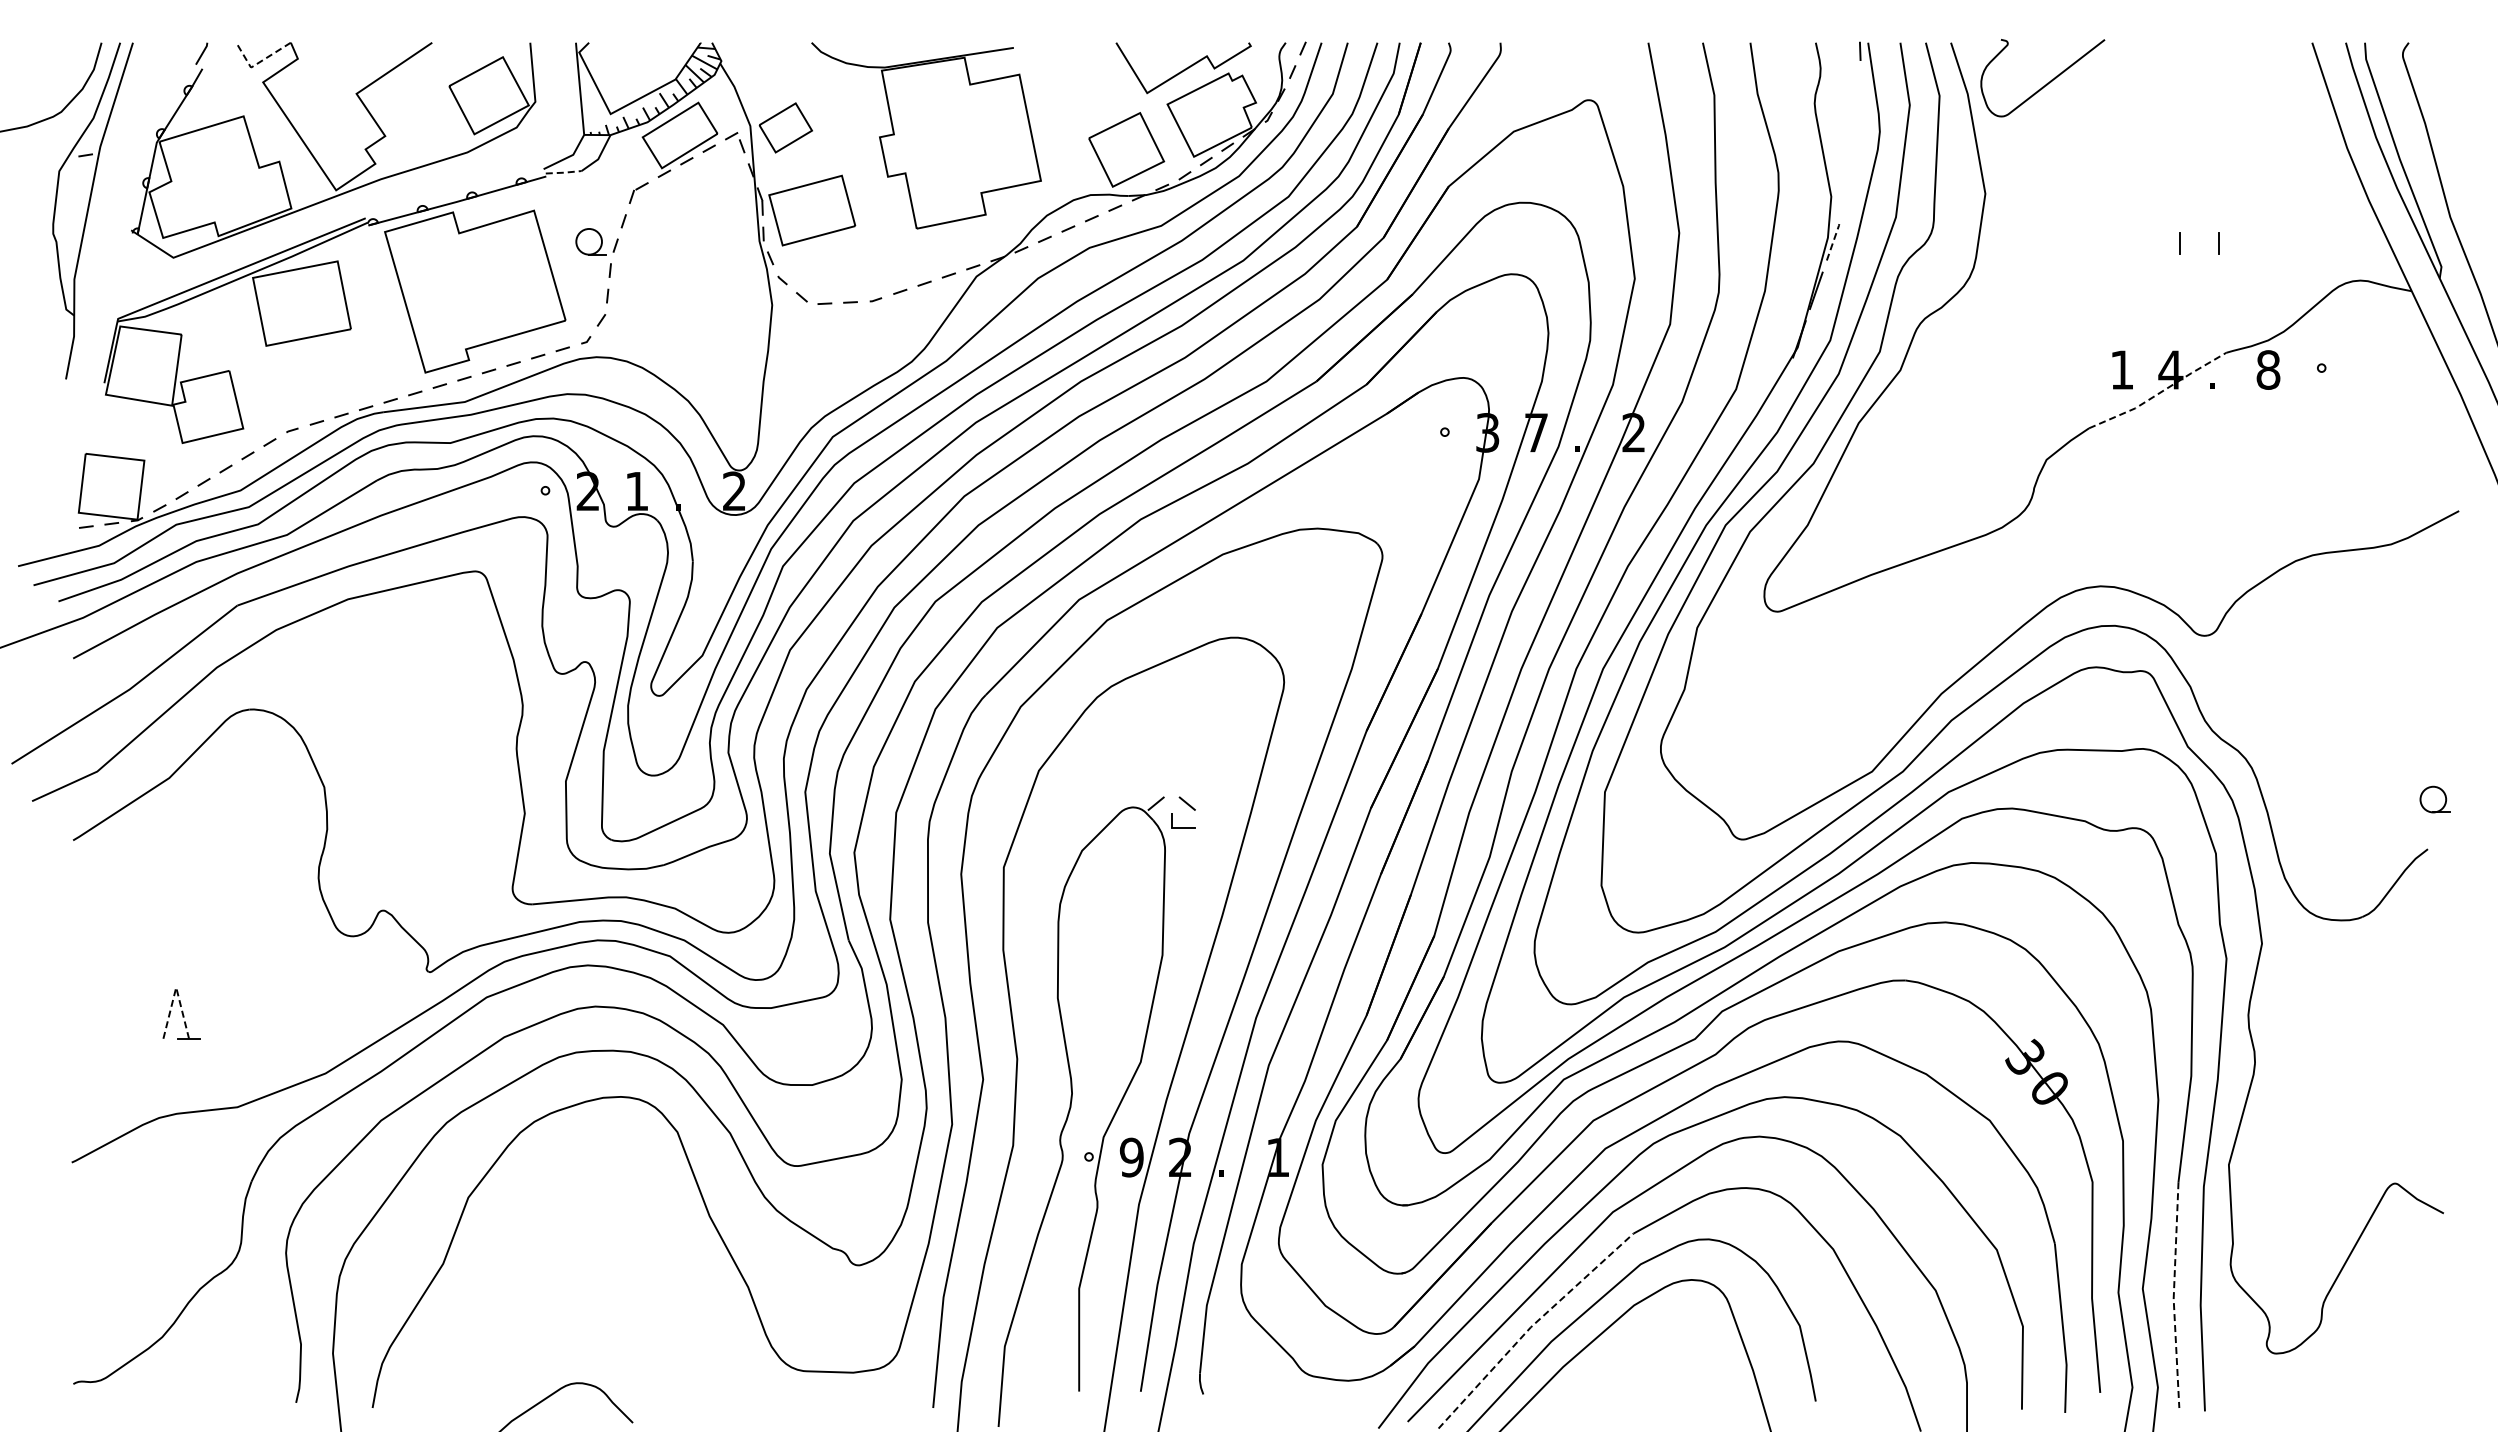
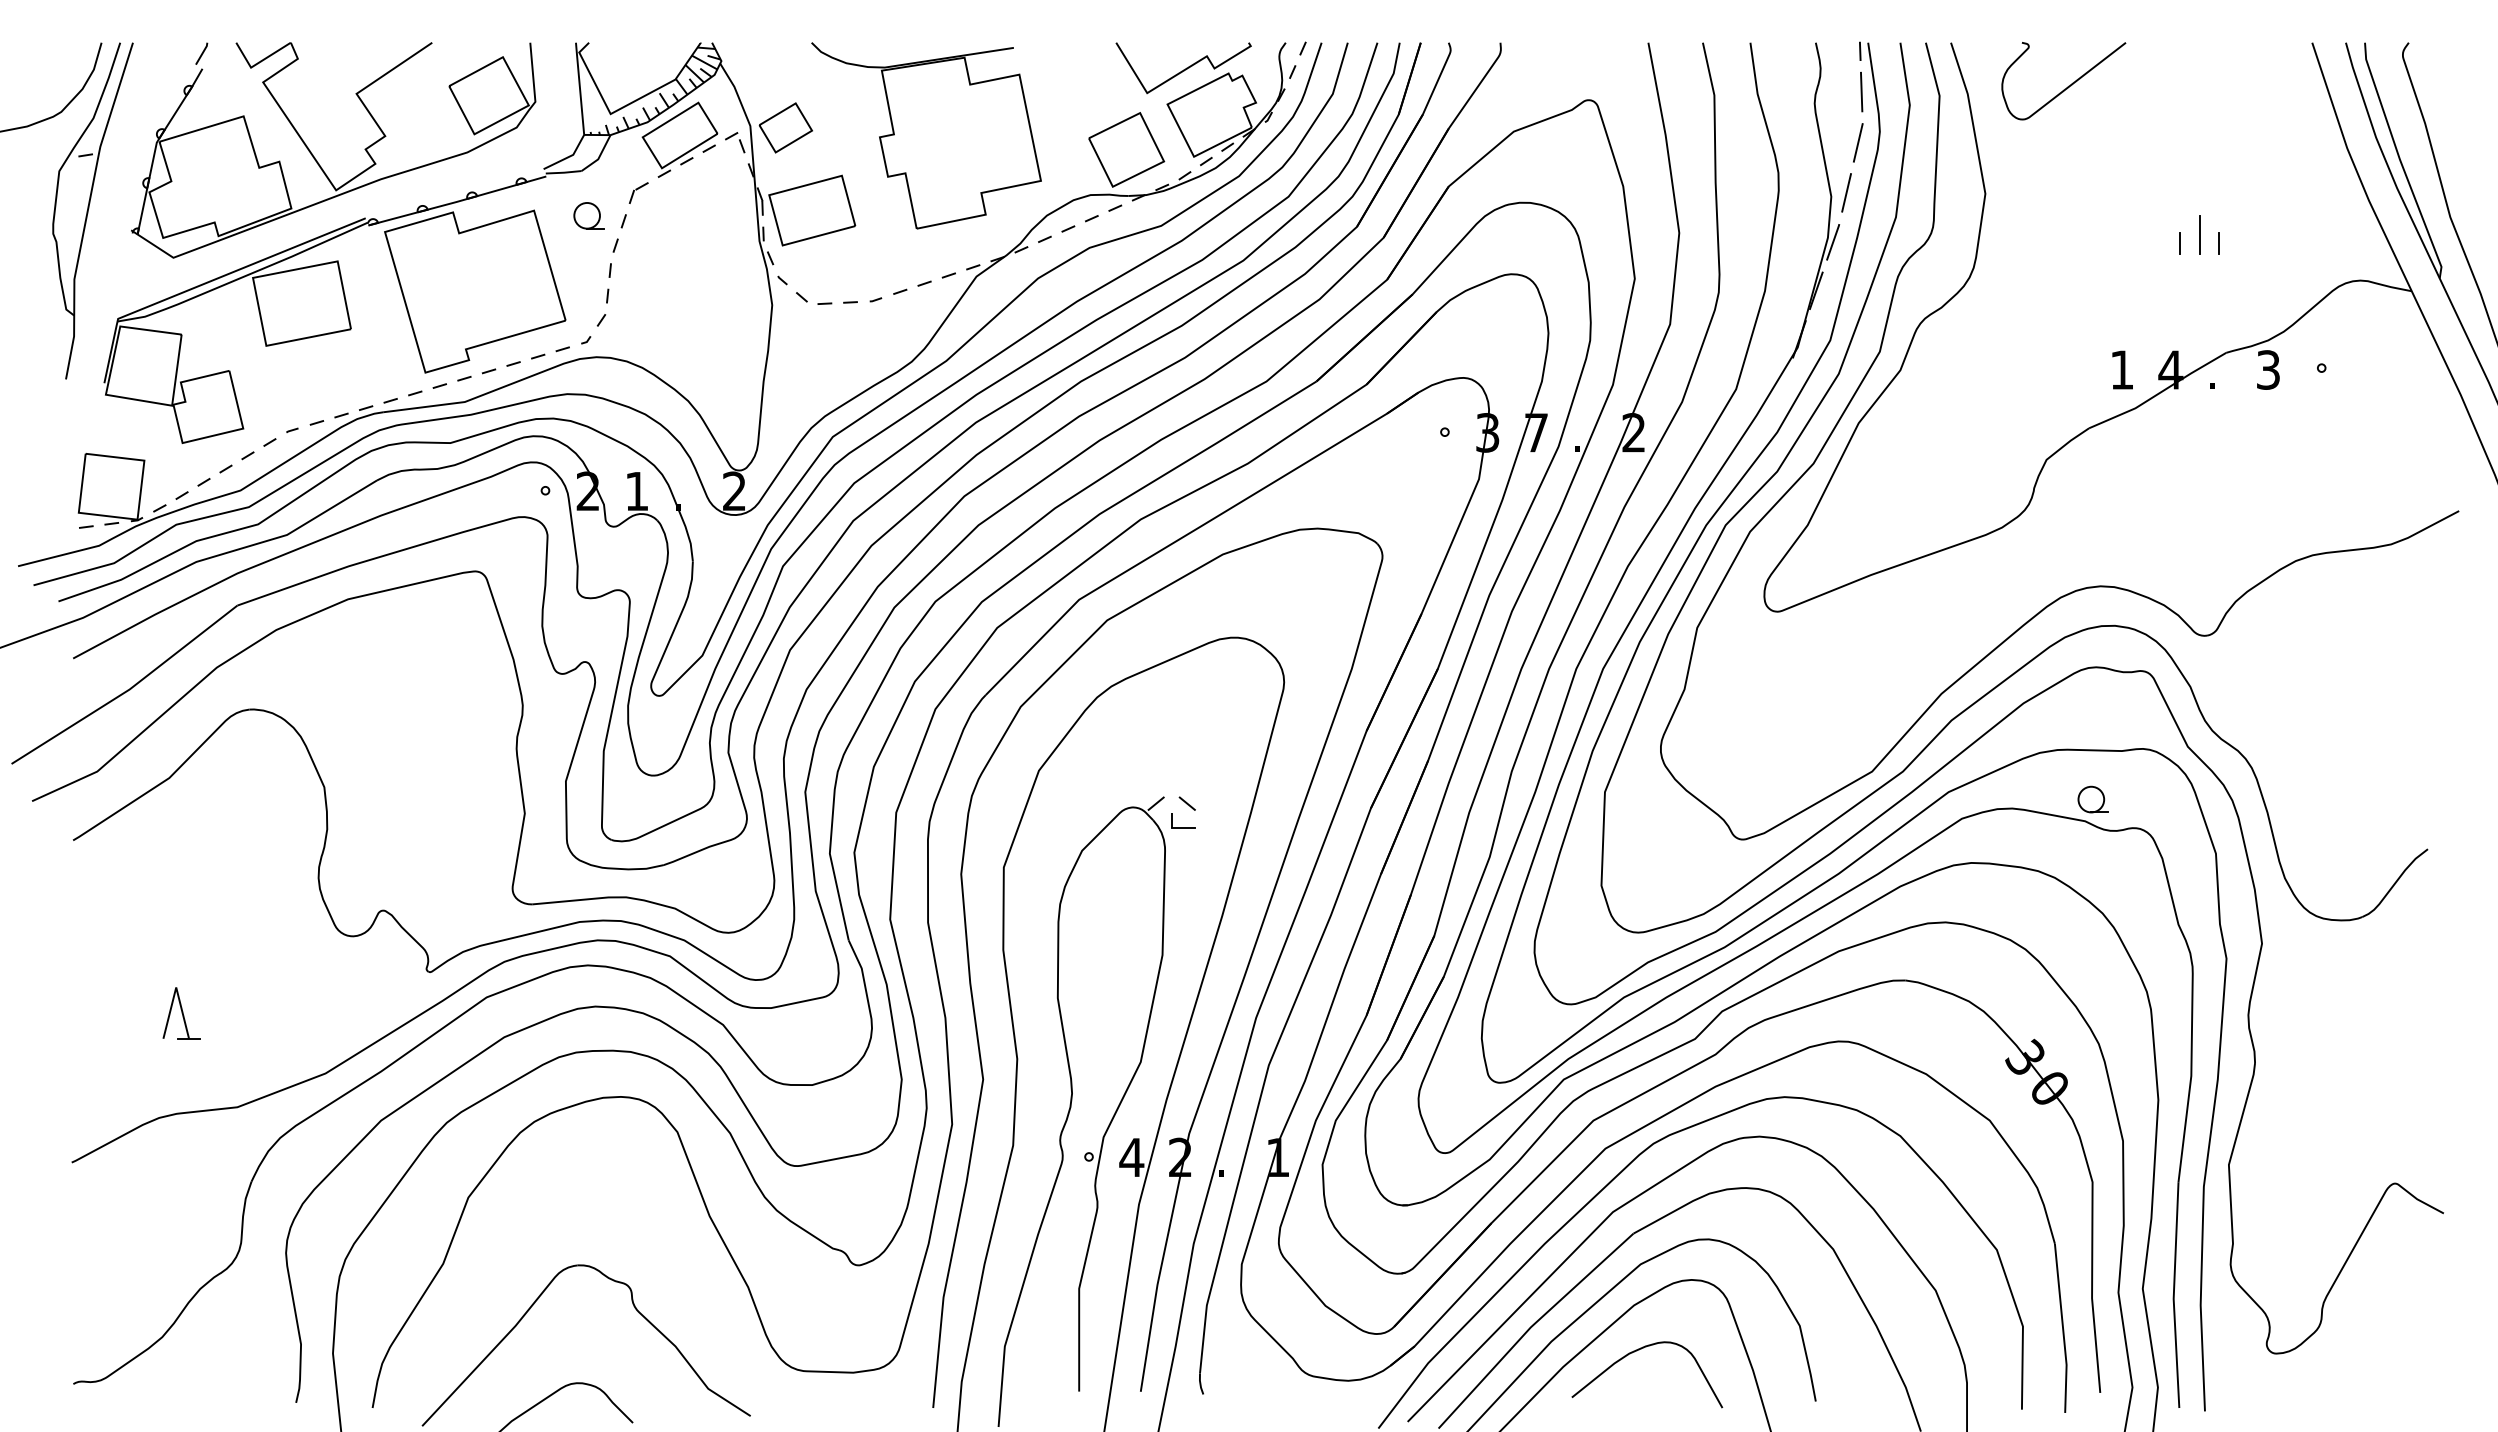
line at (257, 63): dashed -> solid
curve at (2047, 82) position: (2047, 82) -> (2068, 85)
line at (1861, 91): none -> present
line at (1857, 142): none -> present
line at (564, 172): dashed -> solid
line at (1846, 192): none -> present
line at (2199, 234): none -> present
part at (590, 241) position: (590, 241) -> (588, 215)
line at (1833, 241): dashed -> solid
text at (2268, 369): 8 -> 3
line at (2159, 393): dashed -> solid
part at (2434, 799) position: (2434, 799) -> (2092, 799)
line at (176, 987): dashed -> solid
text at (1131, 1157): 9 -> 4
line at (2173, 1296): dashed -> solid
part at (634, 1308): none -> present
line at (1531, 1326): dashed -> solid
curve at (1639, 1350): none -> present
